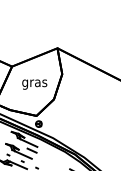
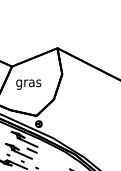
text at (34, 84) position: (34, 84) -> (28, 84)
